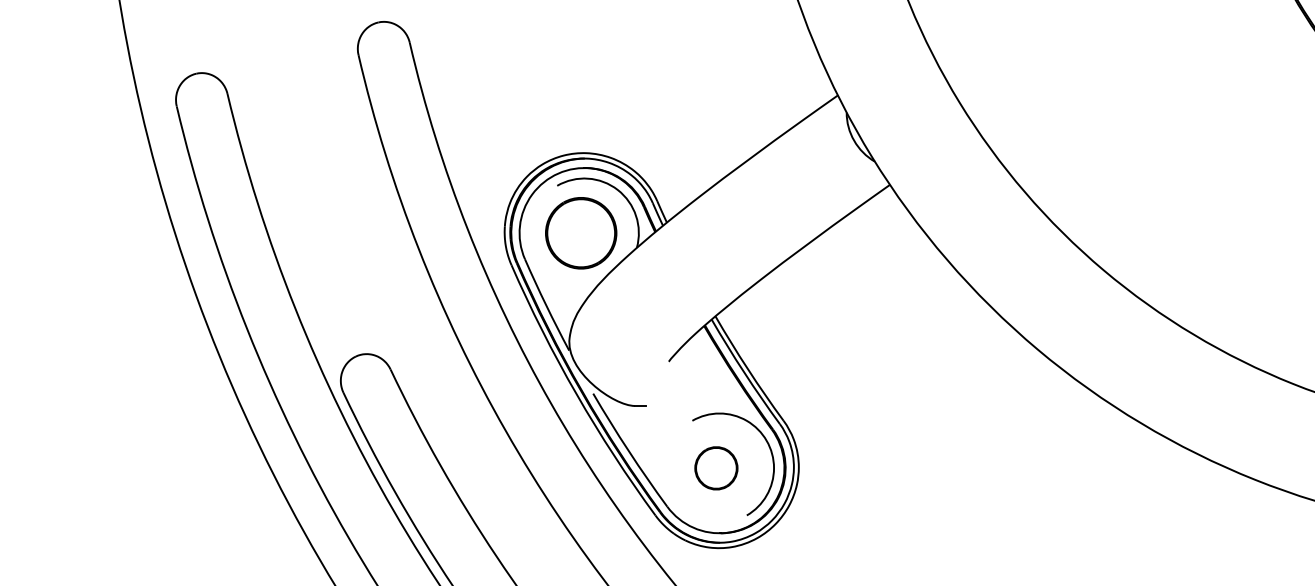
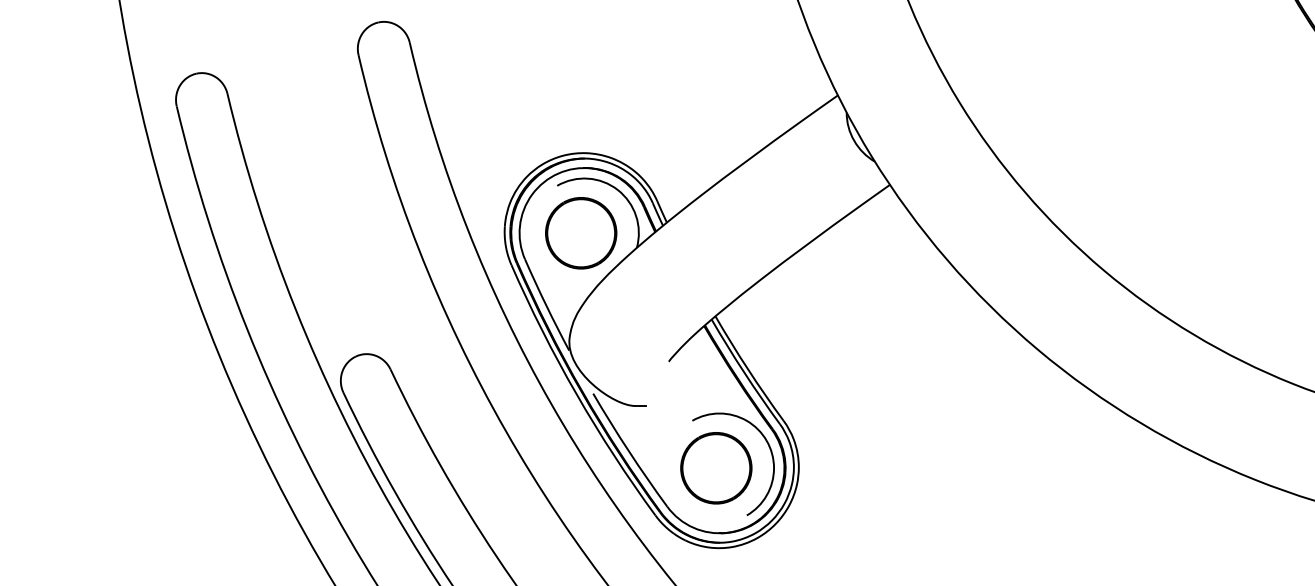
part at (716, 468) size: 45x45 px -> 73x73 px
